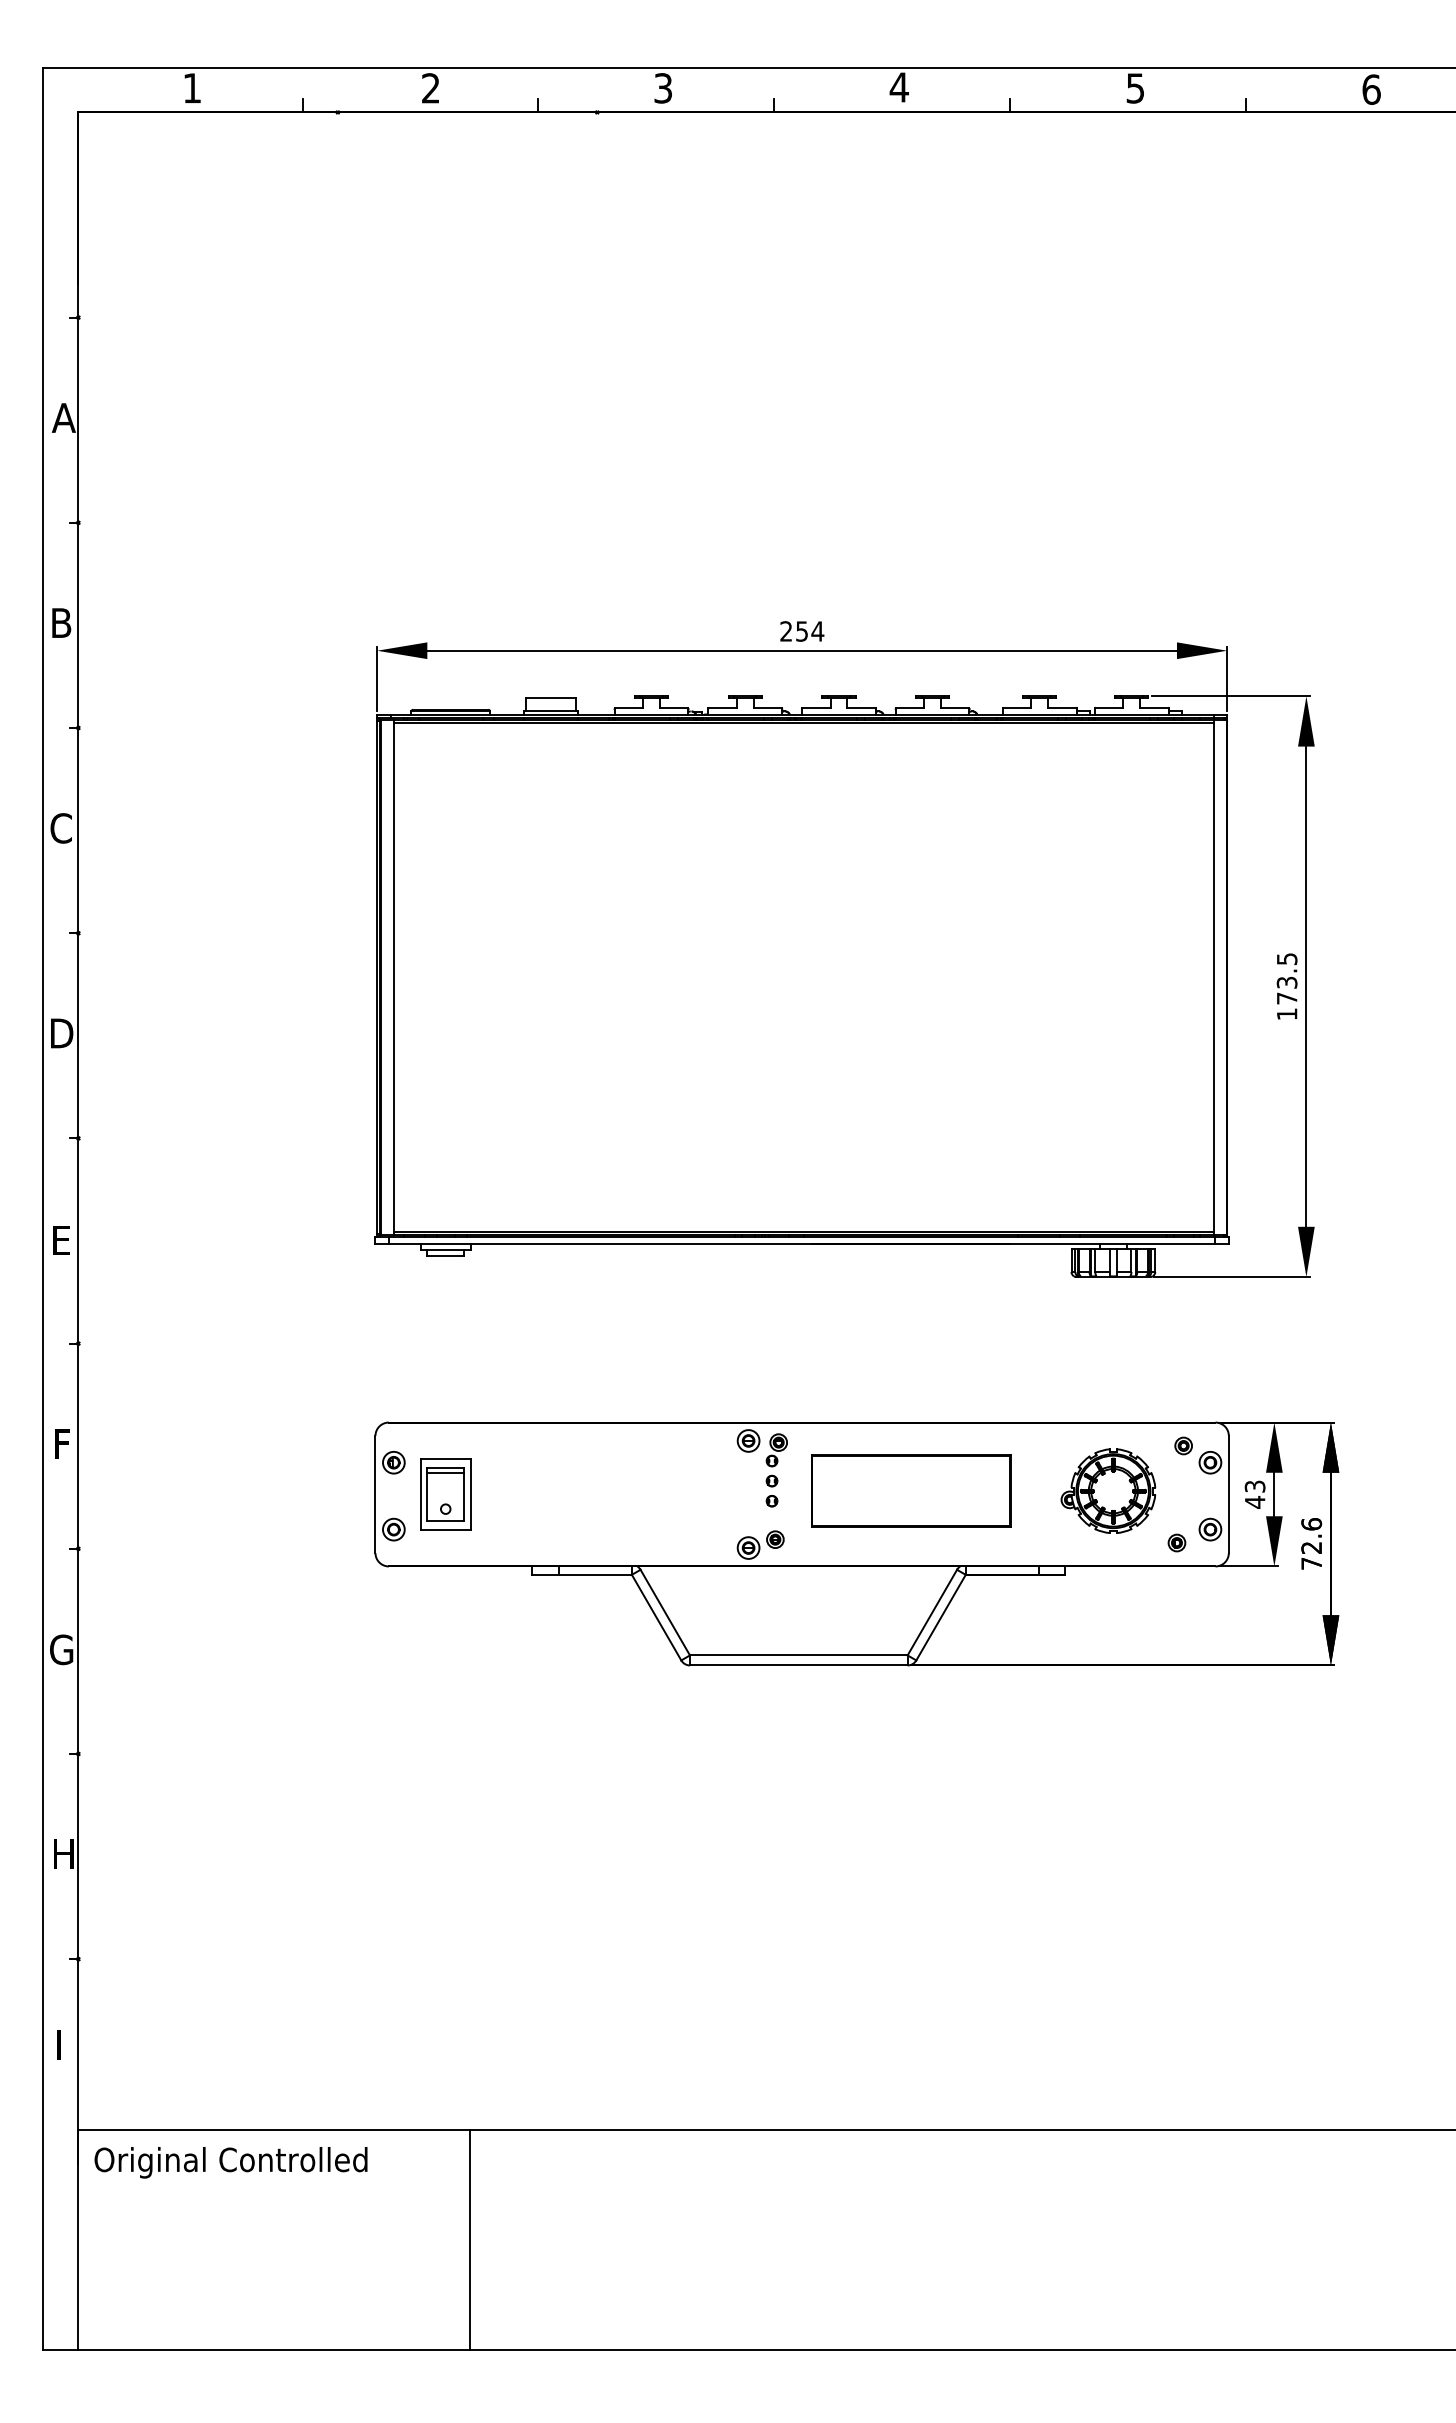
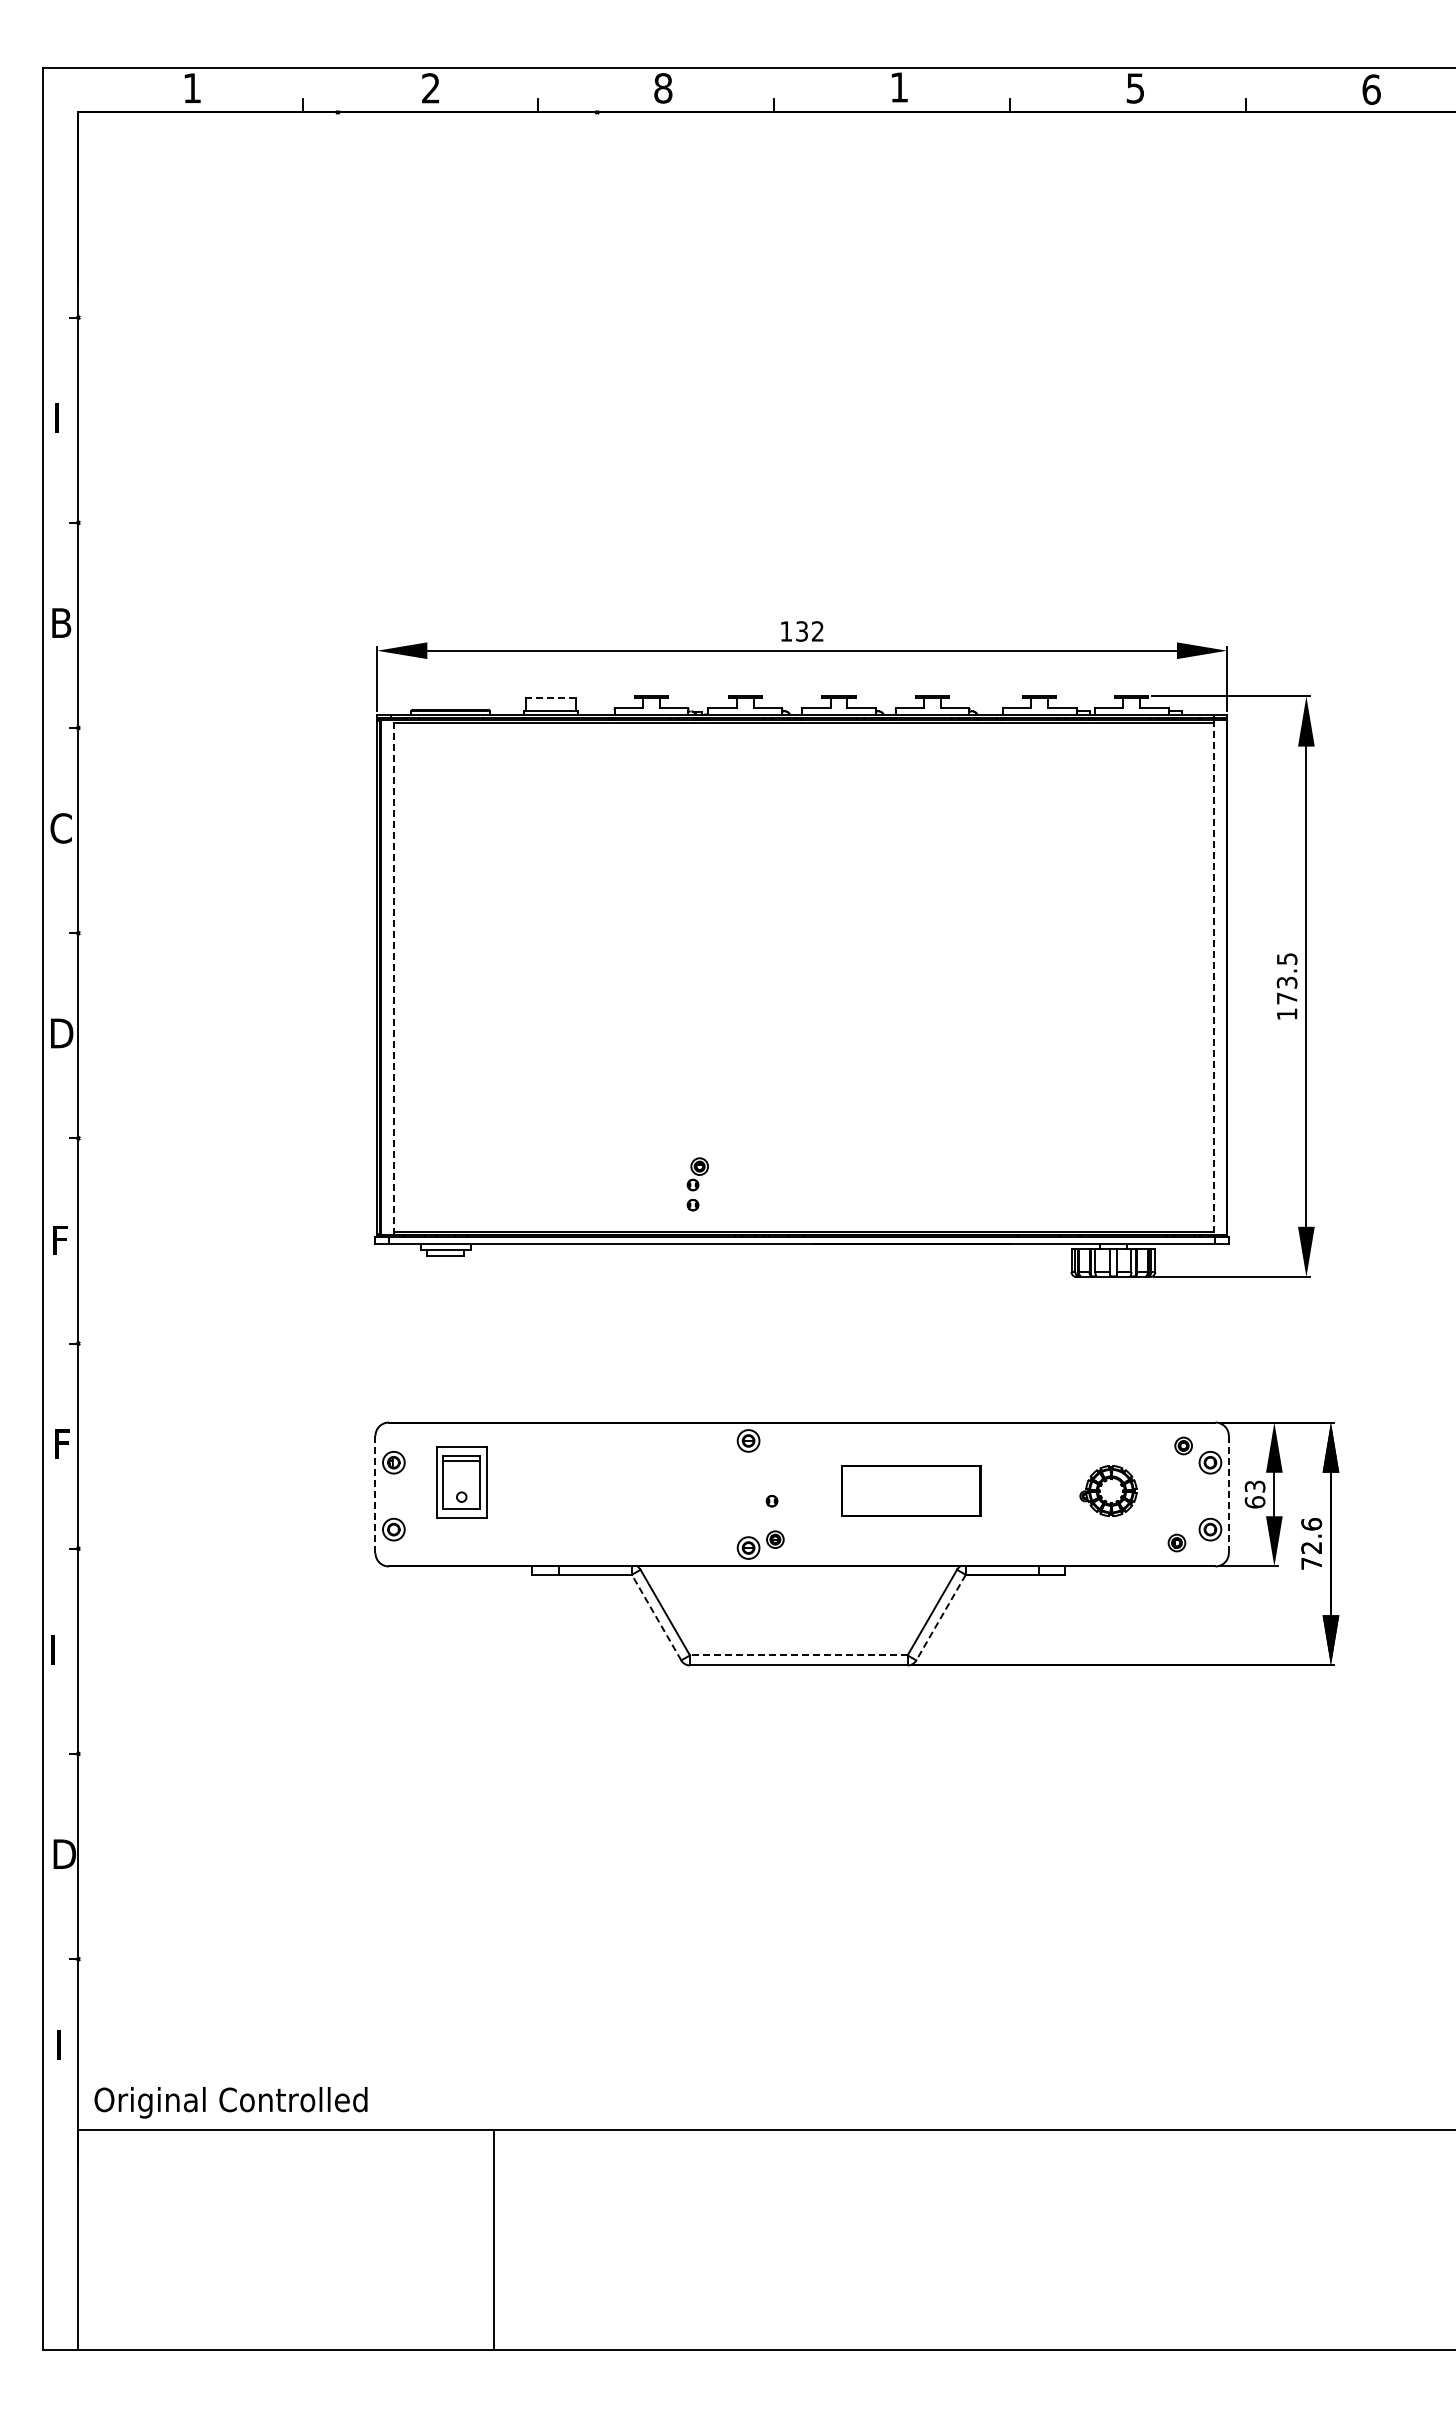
text at (898, 87): 4 -> 1
text at (663, 88): 3 -> 8
text at (63, 417): A -> I
text at (802, 631): 254 -> 132
line at (550, 698): solid -> dashed
line at (394, 977): solid -> dashed
line at (1213, 977): solid -> dashed
text at (63, 1240): E -> F
part at (776, 1460) position: (776, 1460) -> (697, 1184)
part at (911, 1490) size: 201x74 px -> 141x52 px
part at (1108, 1490) size: 97x86 px -> 59x52 px
line at (375, 1494): solid -> dashed
part at (445, 1494) position: (445, 1494) -> (461, 1482)
line at (1228, 1494): solid -> dashed
text at (1254, 1502): 43 -> 63
line at (656, 1617): solid -> dashed
line at (940, 1618): solid -> dashed
text at (61, 1649): G -> I
line at (798, 1655): solid -> dashed
text at (64, 1853): H -> D
text at (230, 2162) position: (230, 2162) -> (230, 2102)
line at (469, 2239) position: (469, 2239) -> (493, 2239)
